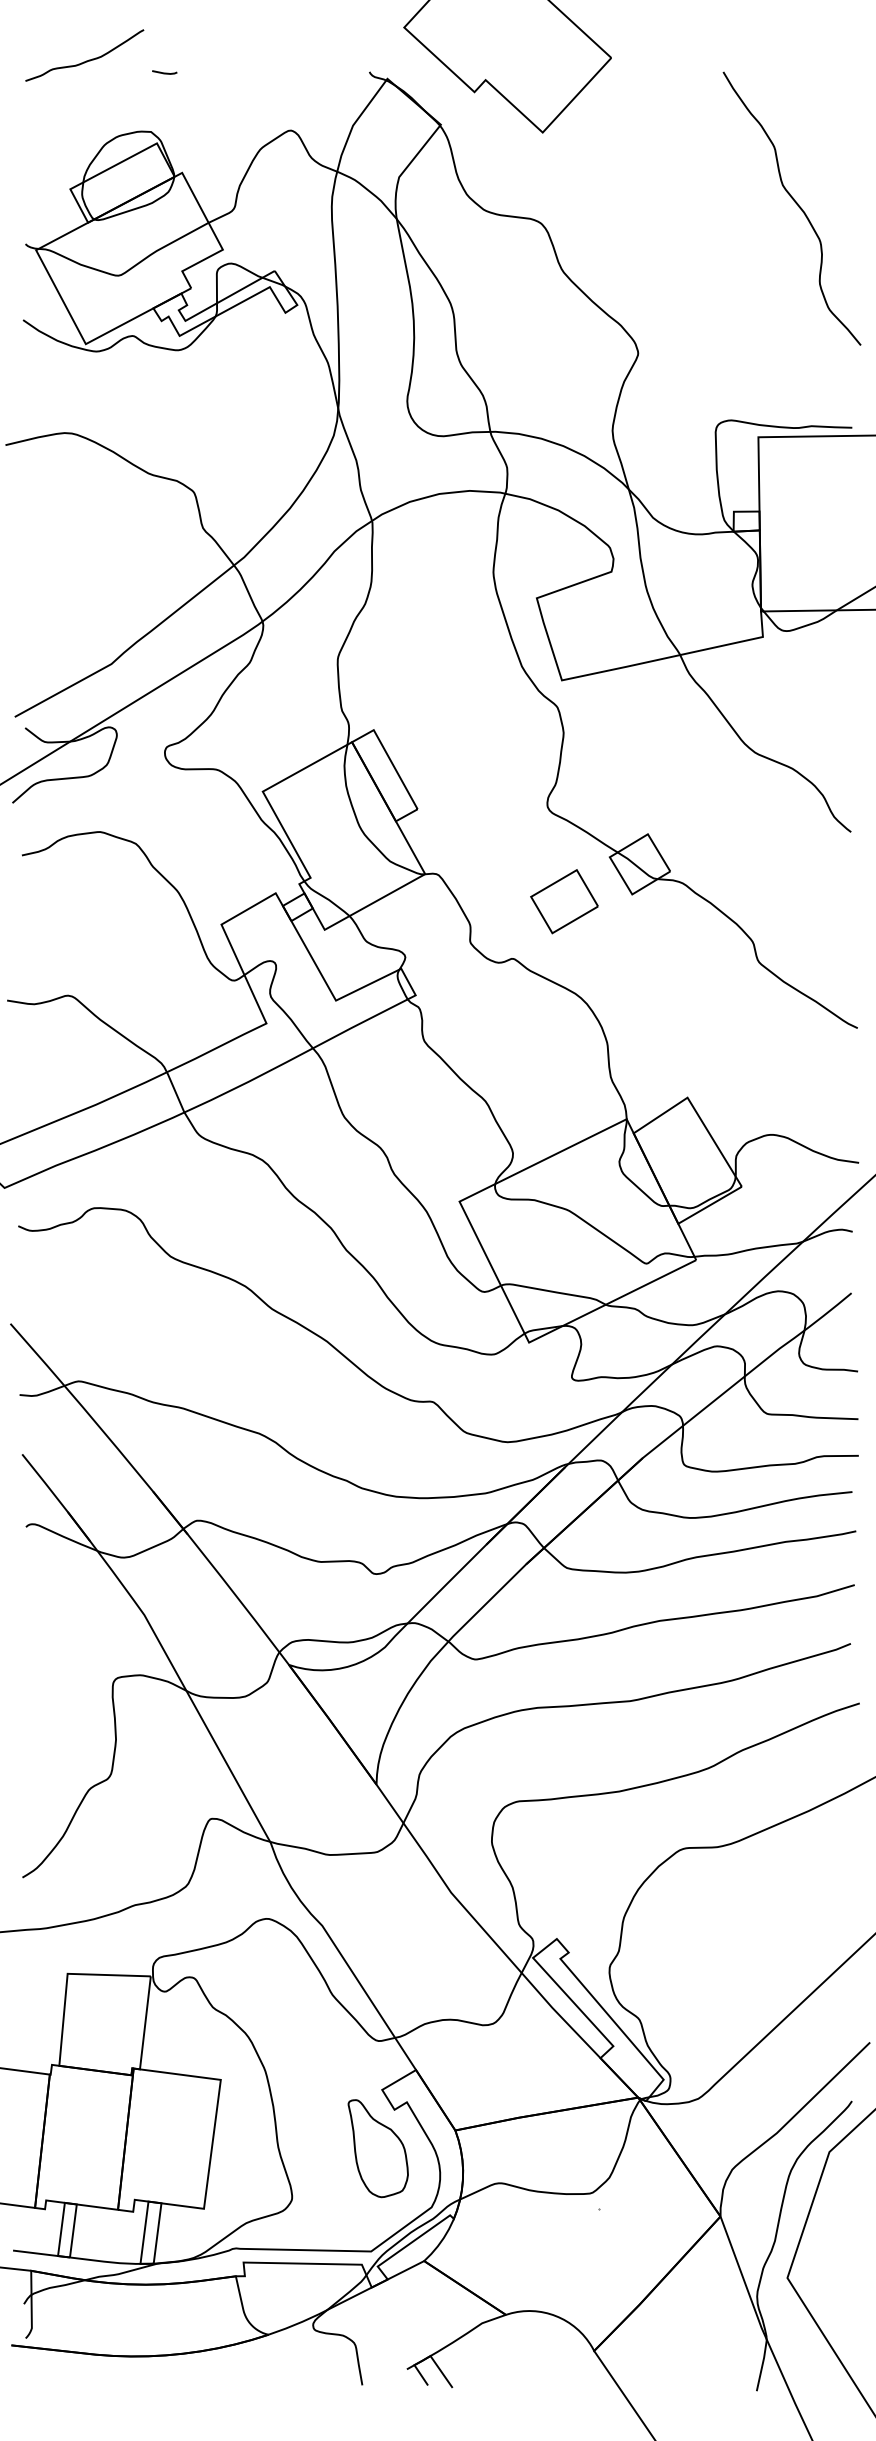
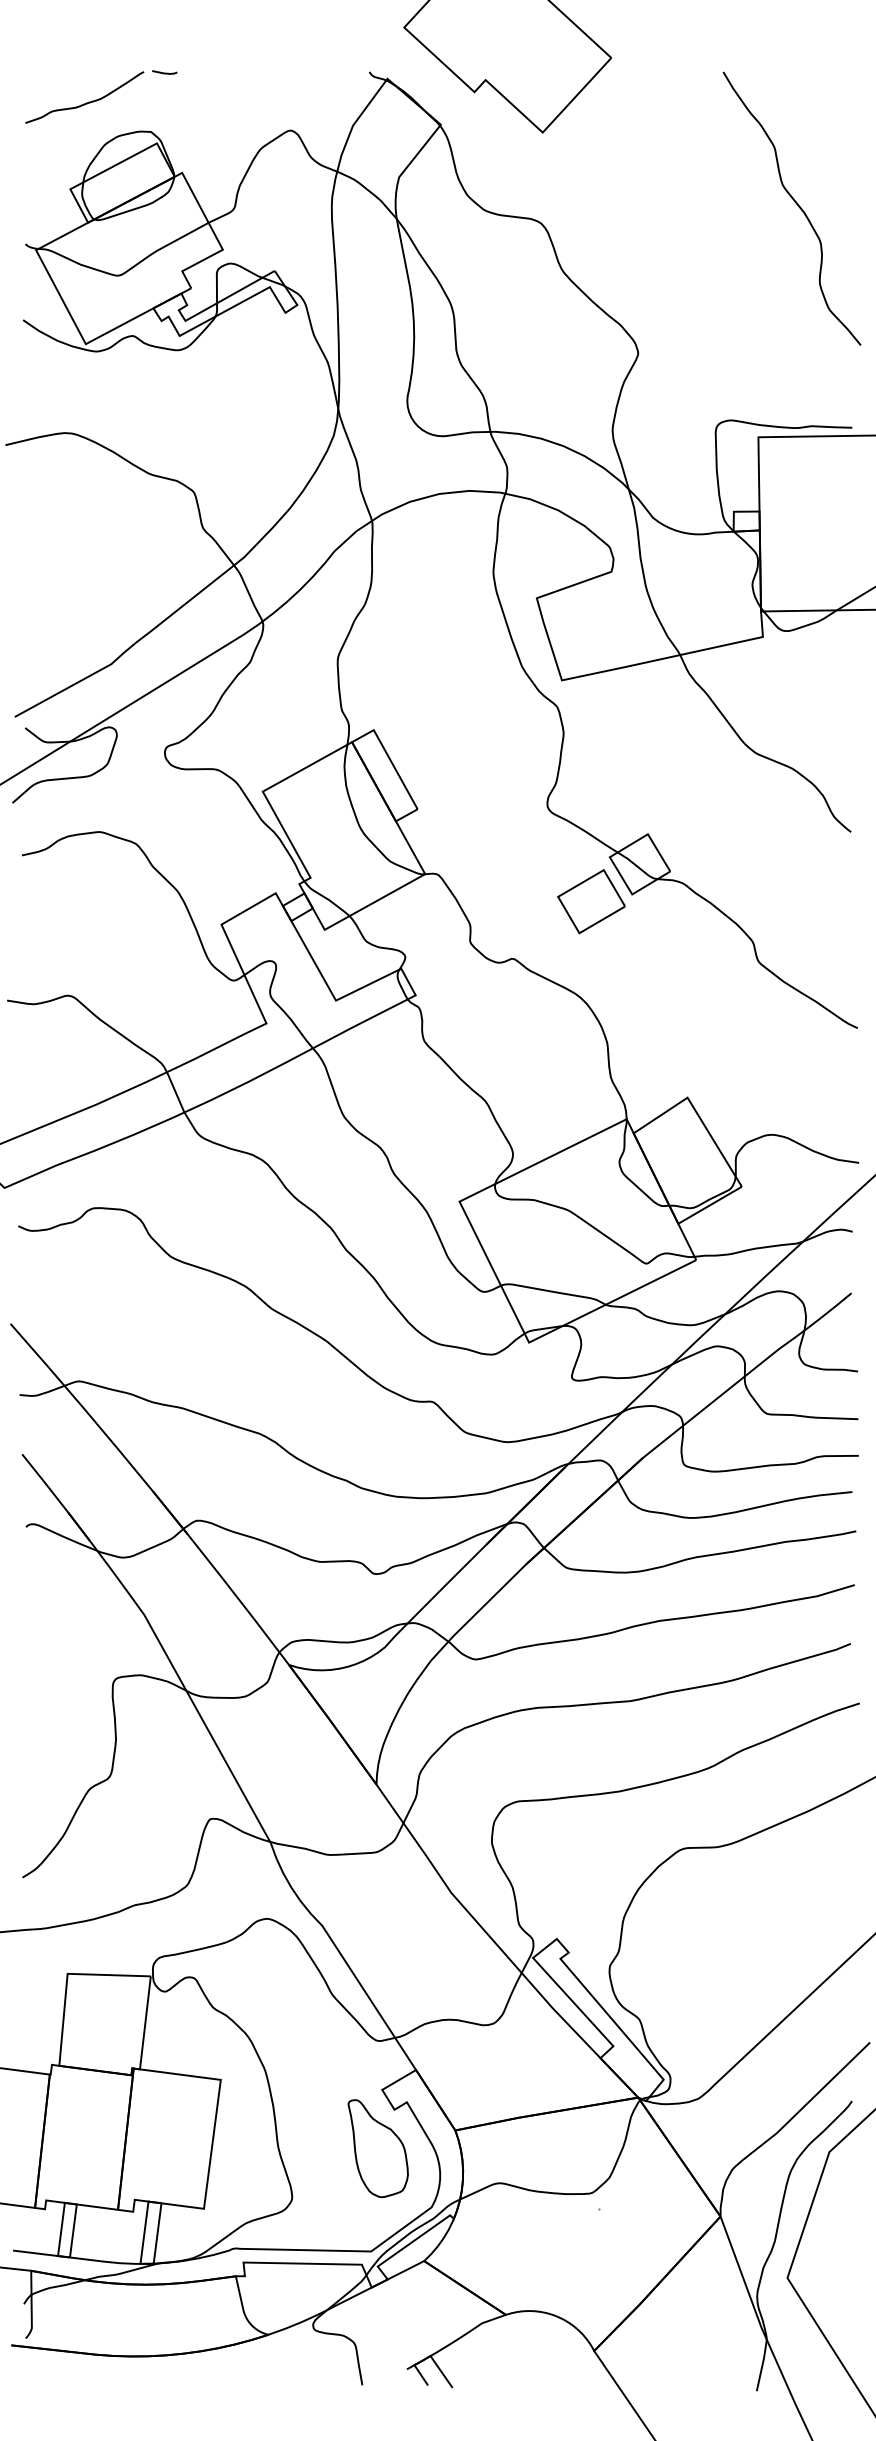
curve at (86, 60) position: (86, 60) -> (86, 102)
part at (564, 901) position: (564, 901) -> (591, 901)
